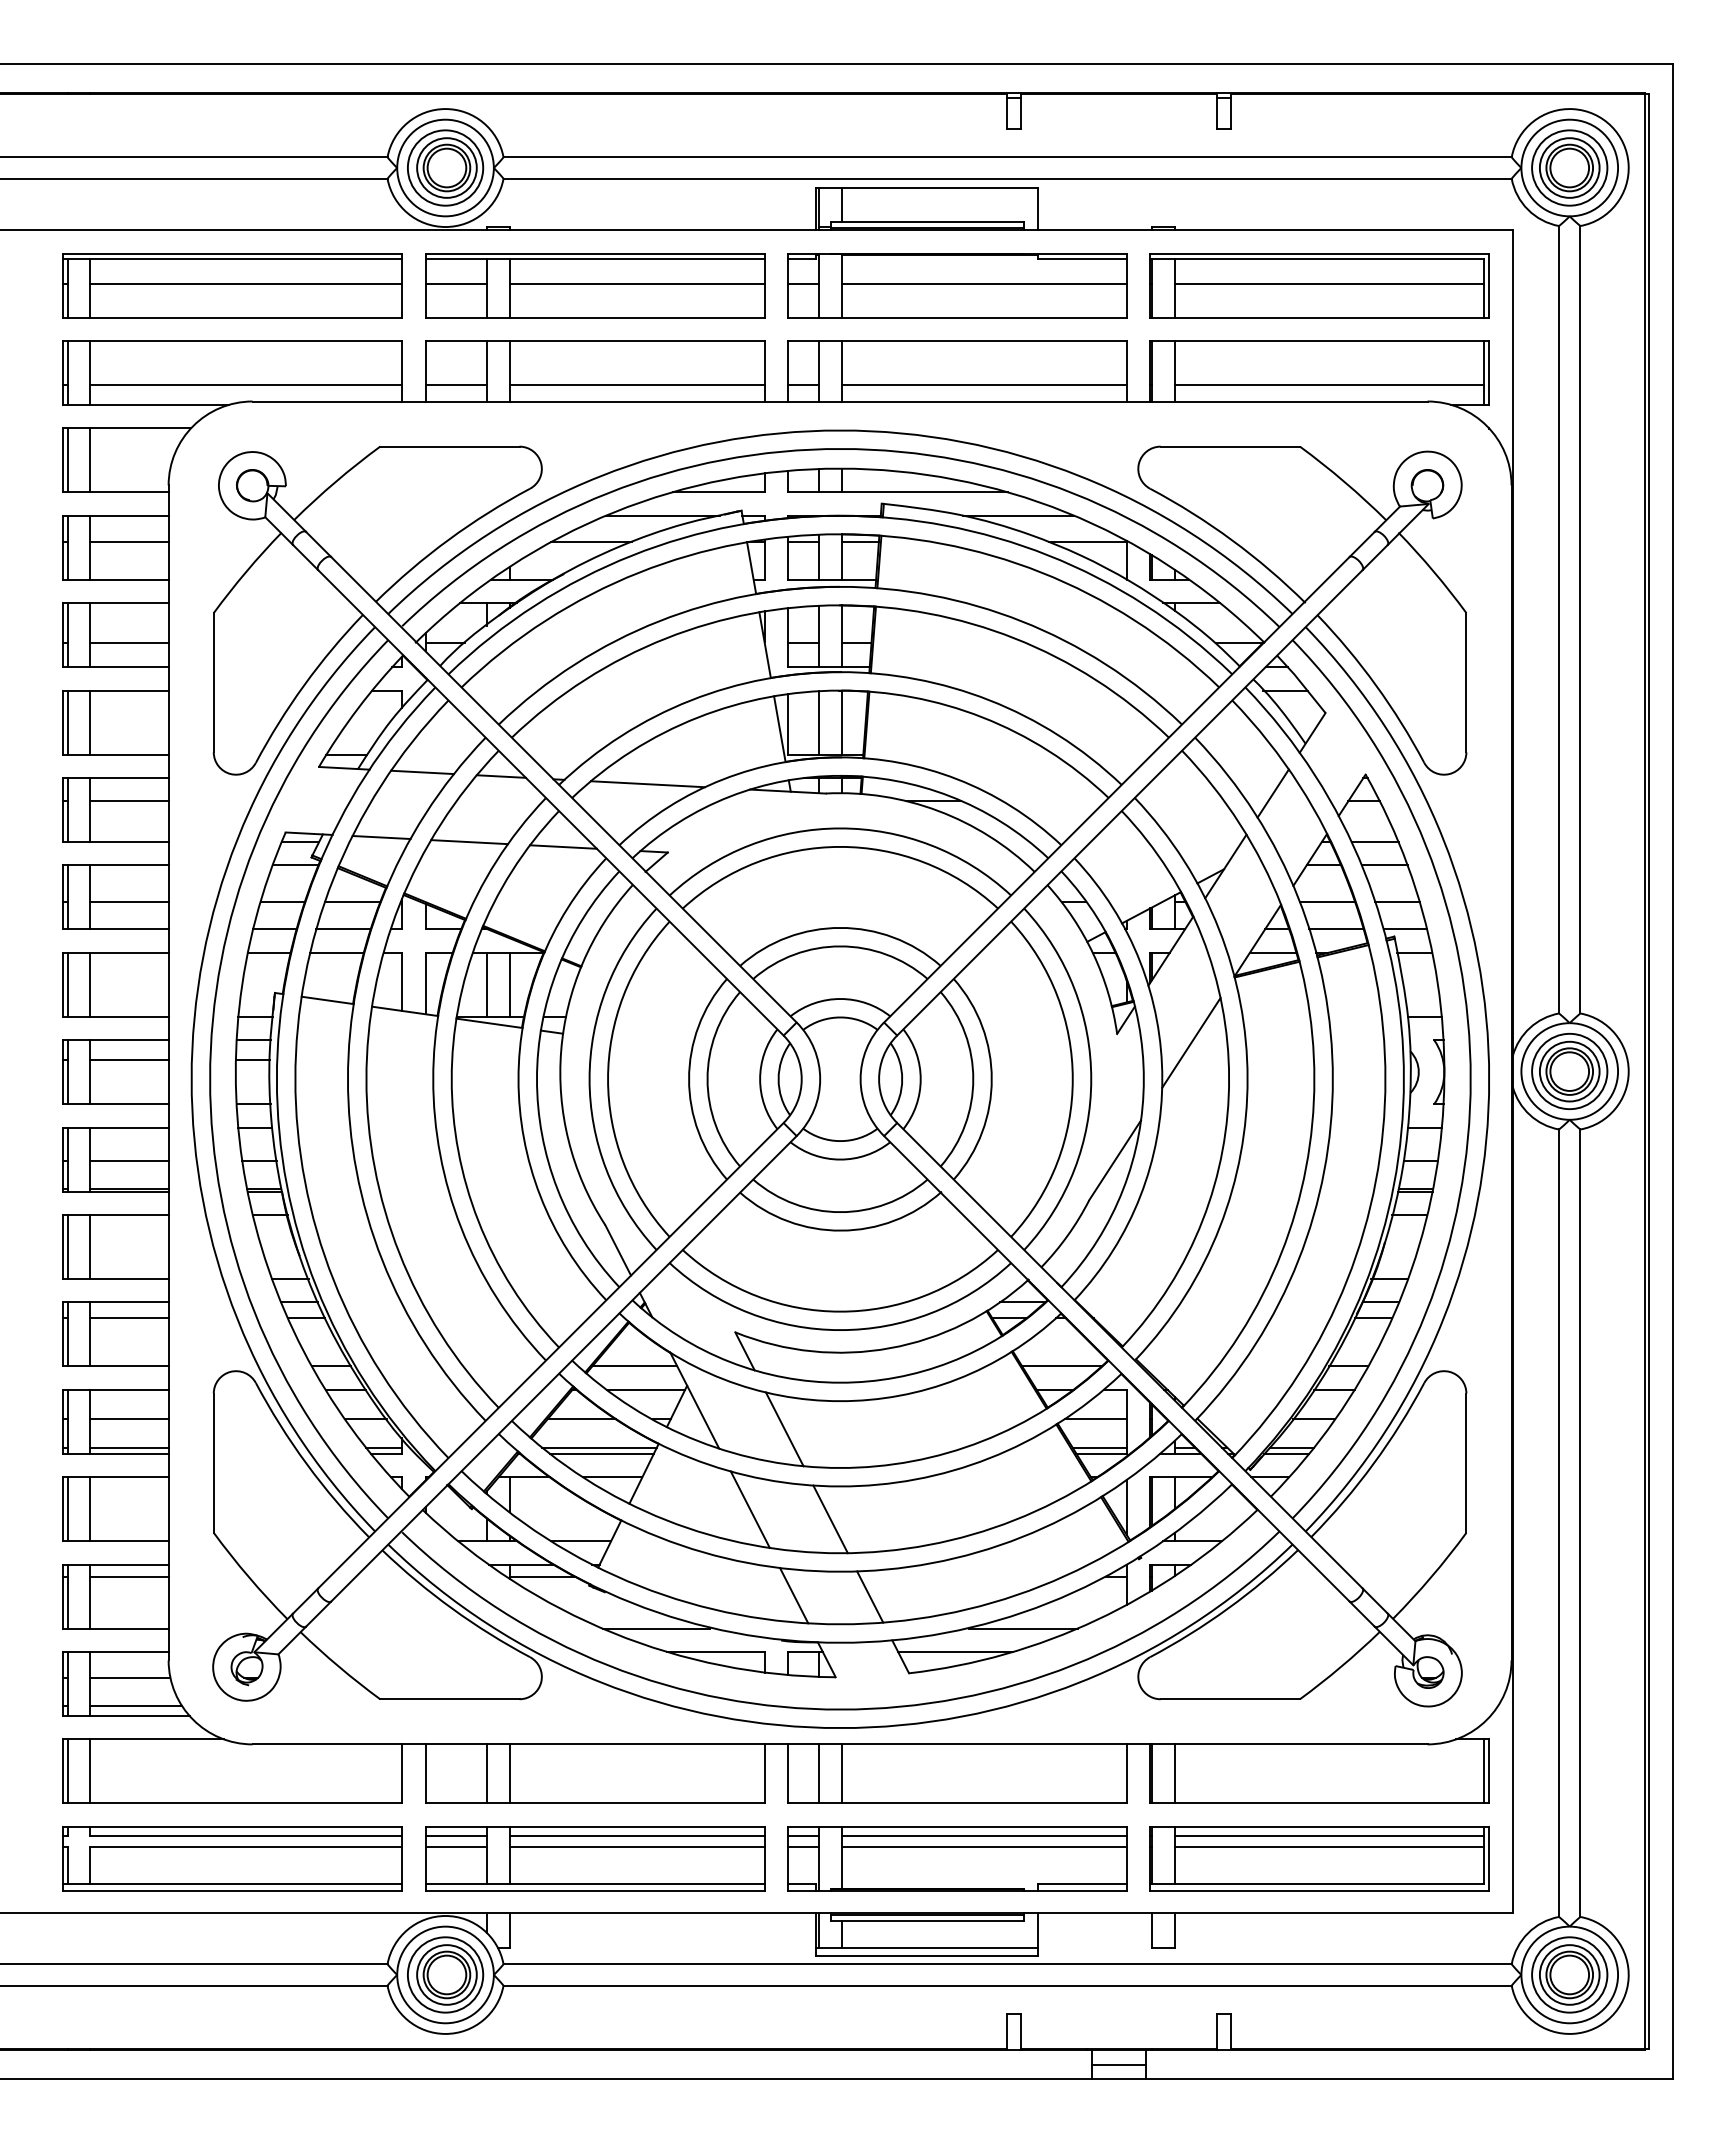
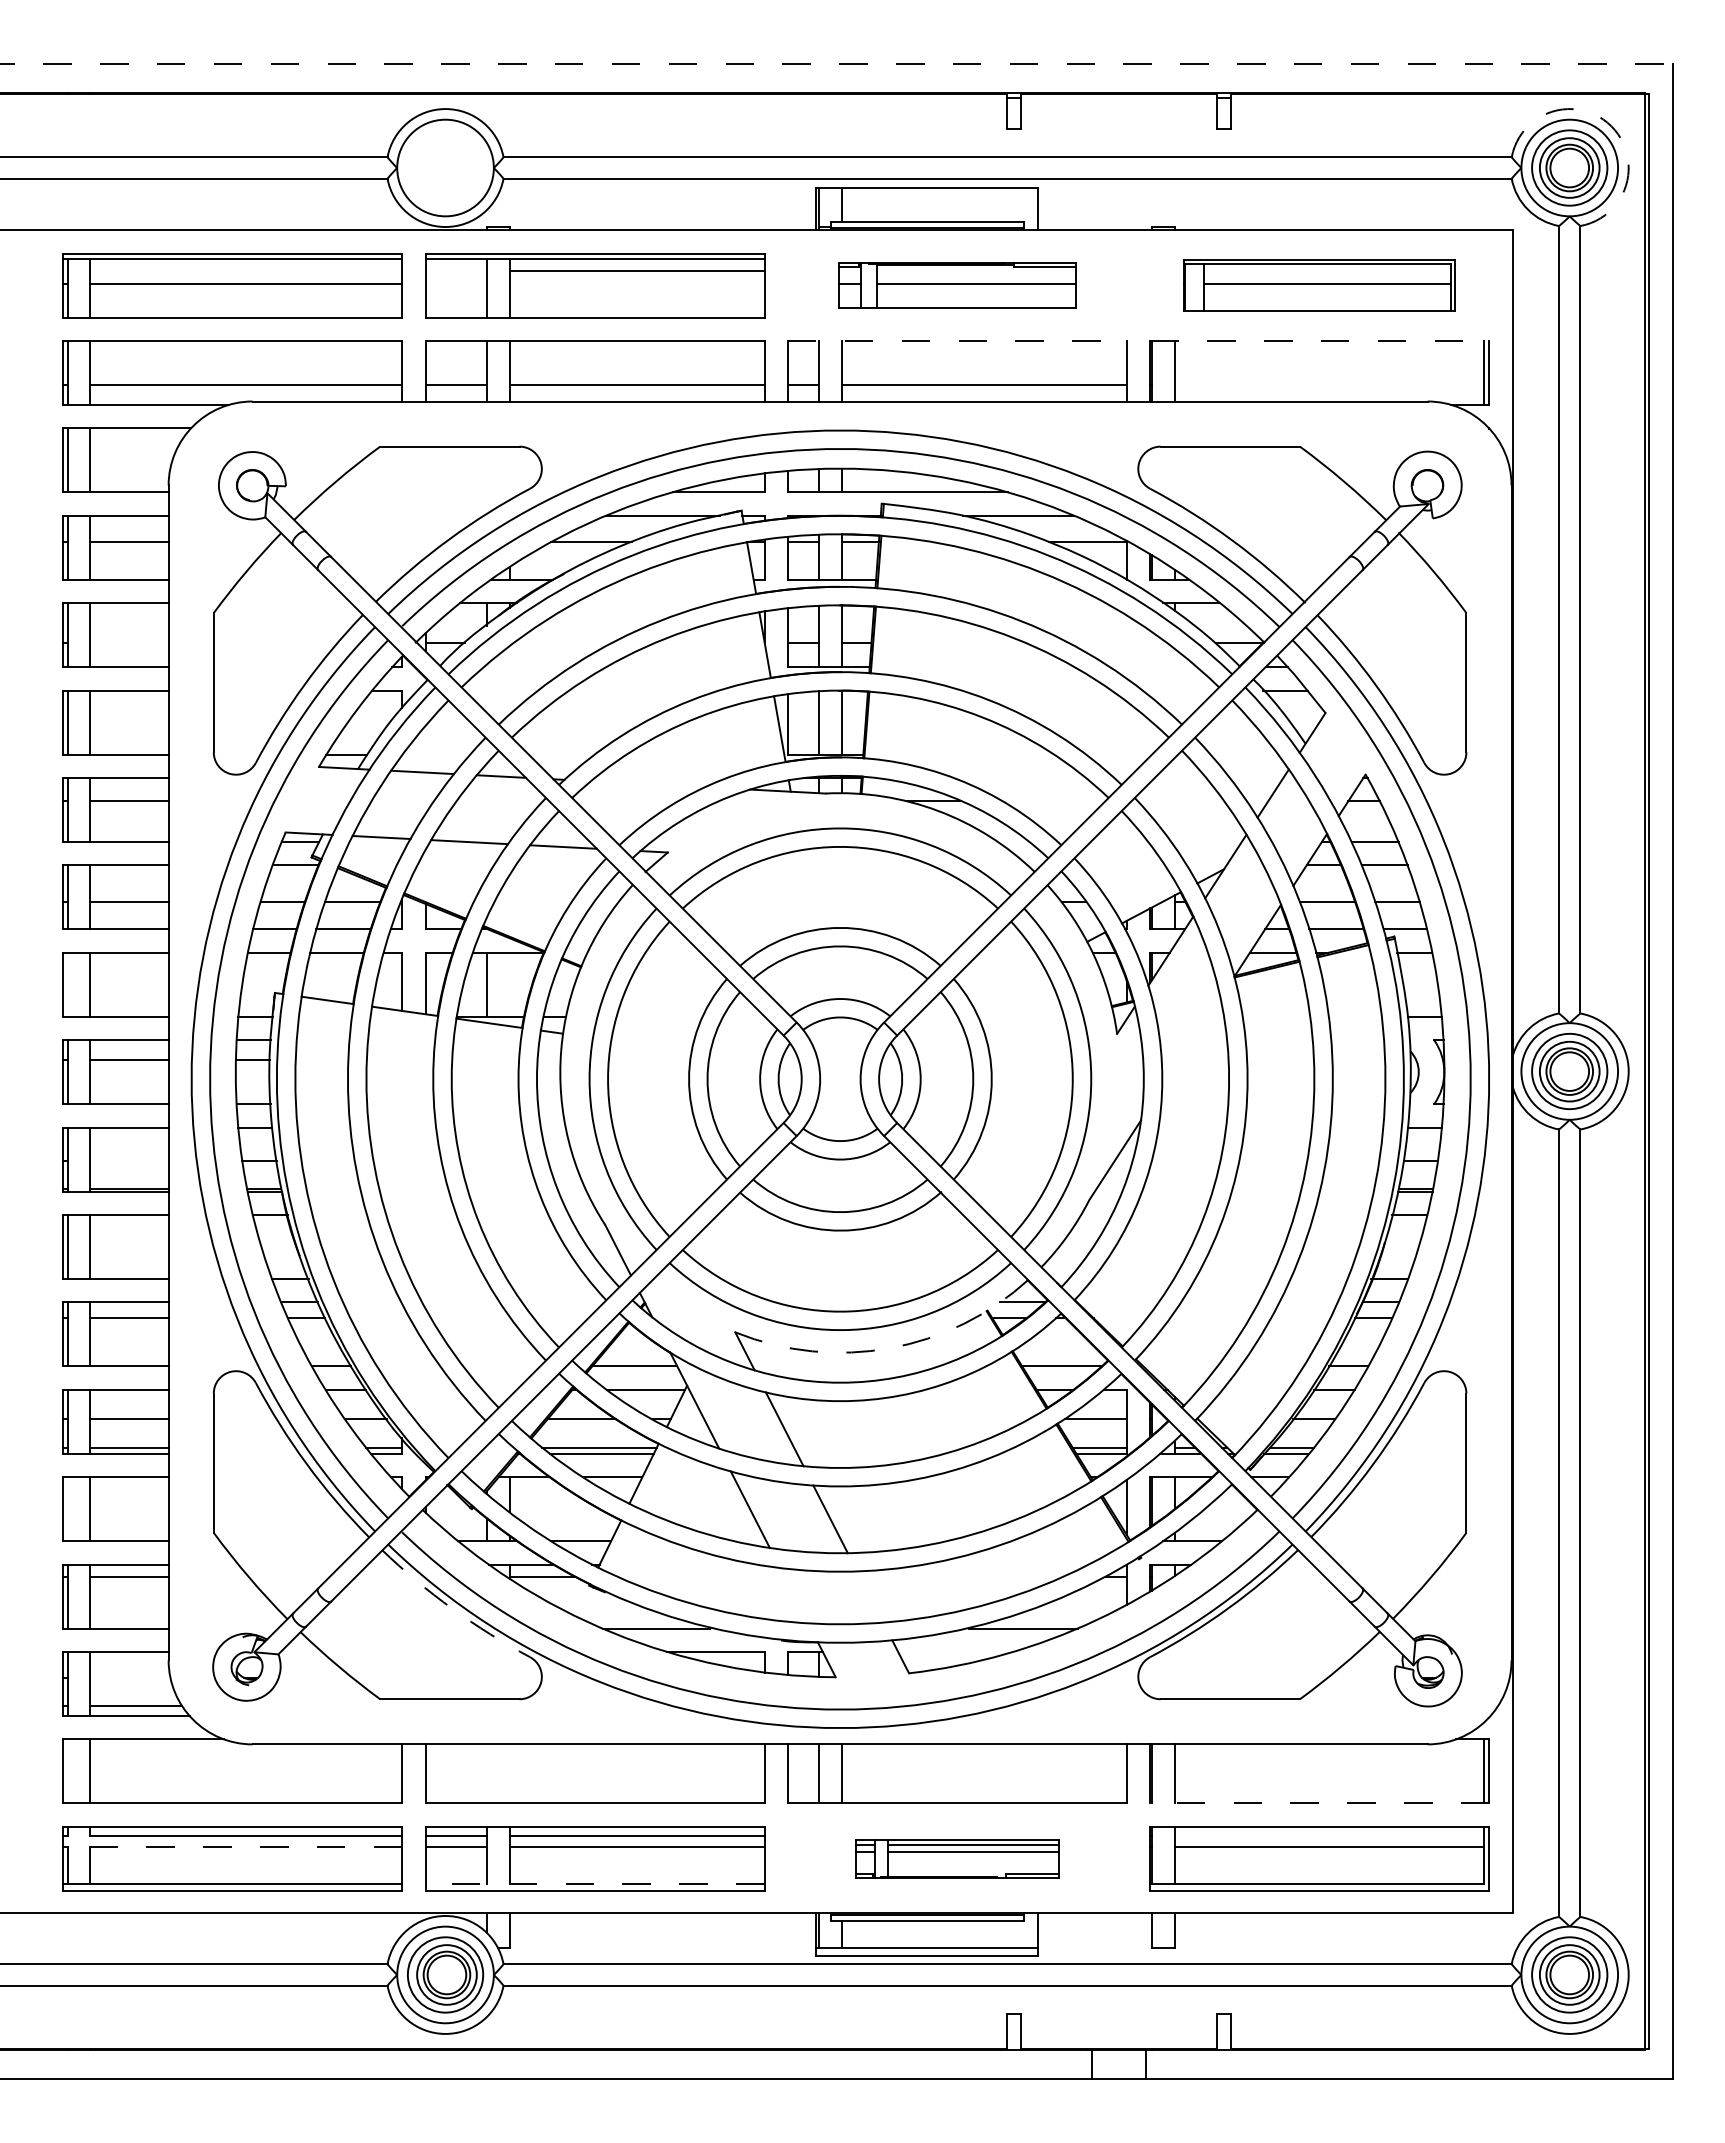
line at (837, 64): solid -> dashed
arc at (1611, 126): solid -> dashed
part at (445, 167): present -> none
line at (455, 283): present -> none
line at (636, 283) position: (636, 283) -> (636, 270)
part at (957, 285) size: 341x66 px -> 239x47 px
part at (1319, 285) size: 341x66 px -> 273x53 px
line at (958, 341): solid -> dashed
line at (1320, 341): solid -> dashed
line at (1329, 384): present -> none
line at (129, 643): present -> none
line at (647, 784): present -> none
line at (67, 984): present -> none
line at (509, 984): present -> none
line at (1191, 1042): present -> none
line at (129, 1160): present -> none
arc at (890, 1348): solid -> dashed
line at (67, 1509): present -> none
line at (794, 1595): present -> none
line at (870, 1596): present -> none
arc at (452, 1608): solid -> dashed
line at (955, 1652): present -> none
line at (130, 1677): present -> none
line at (67, 1771): present -> none
line at (486, 1773): present -> none
line at (509, 1773): present -> none
line at (1319, 1803): solid -> dashed
line at (1329, 1835): present -> none
line at (246, 1846): solid -> dashed
part at (957, 1858) size: 341x66 px -> 205x40 px
line at (594, 1884): solid -> dashed
line at (1119, 2064): present -> none
